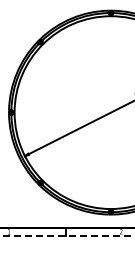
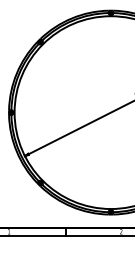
line at (67, 236): dashed -> solid
